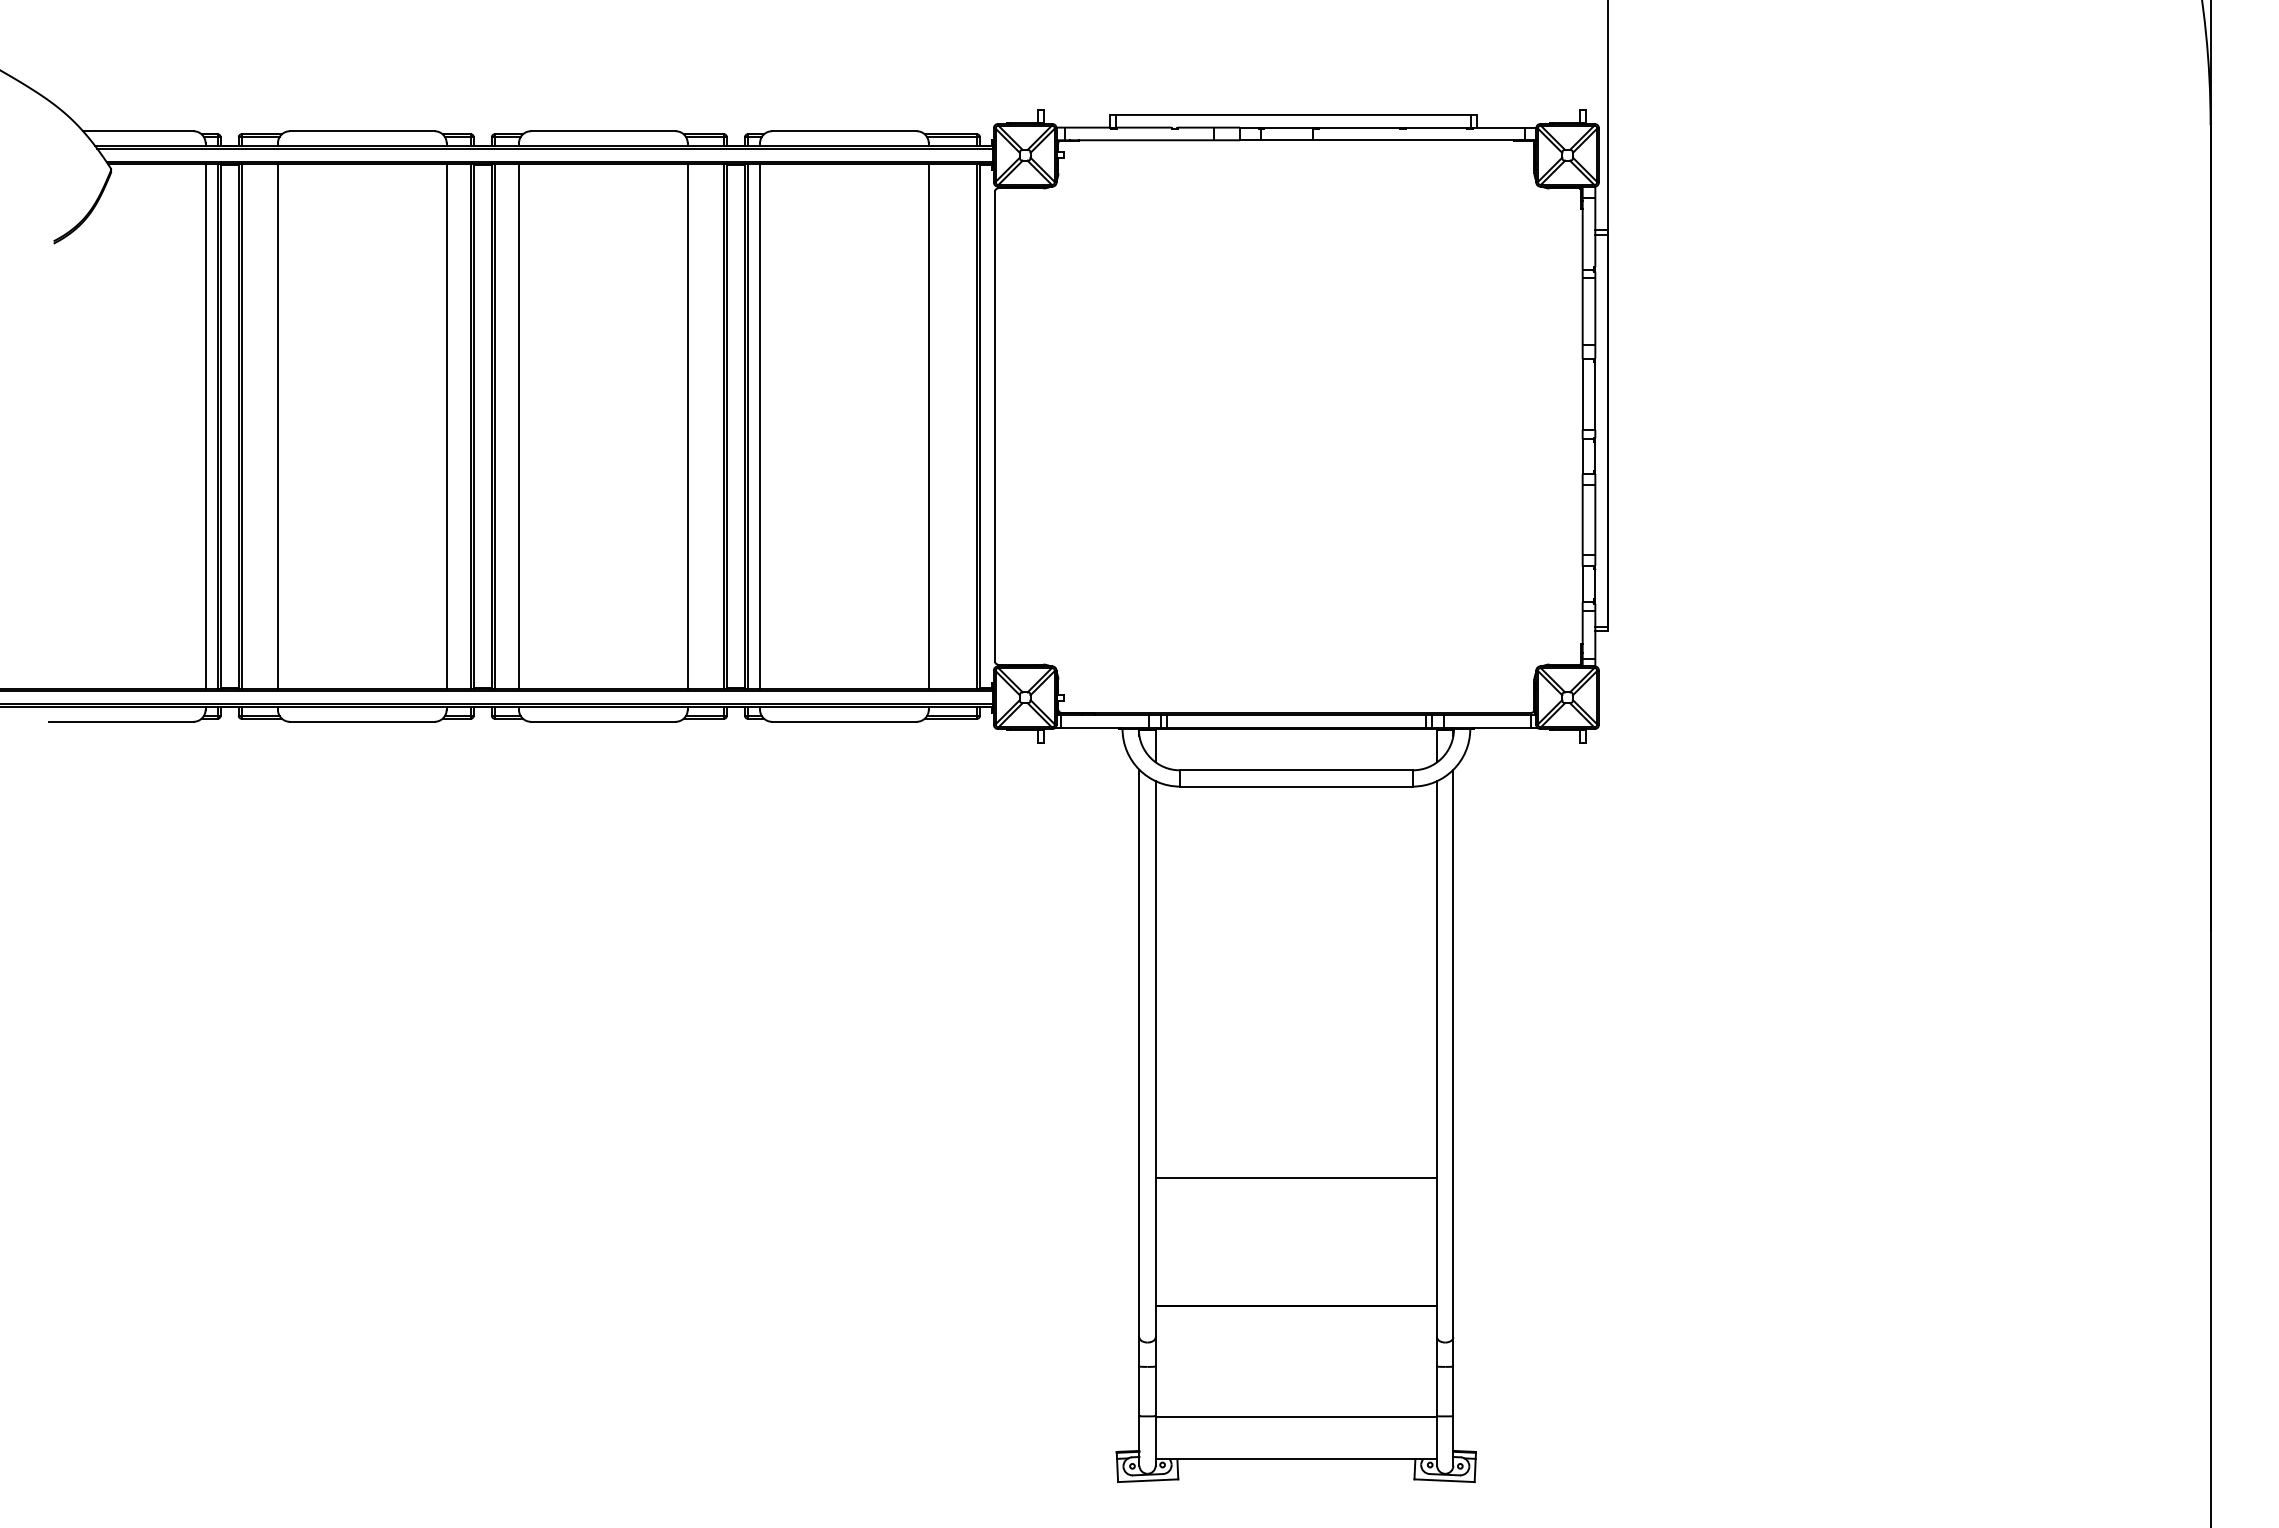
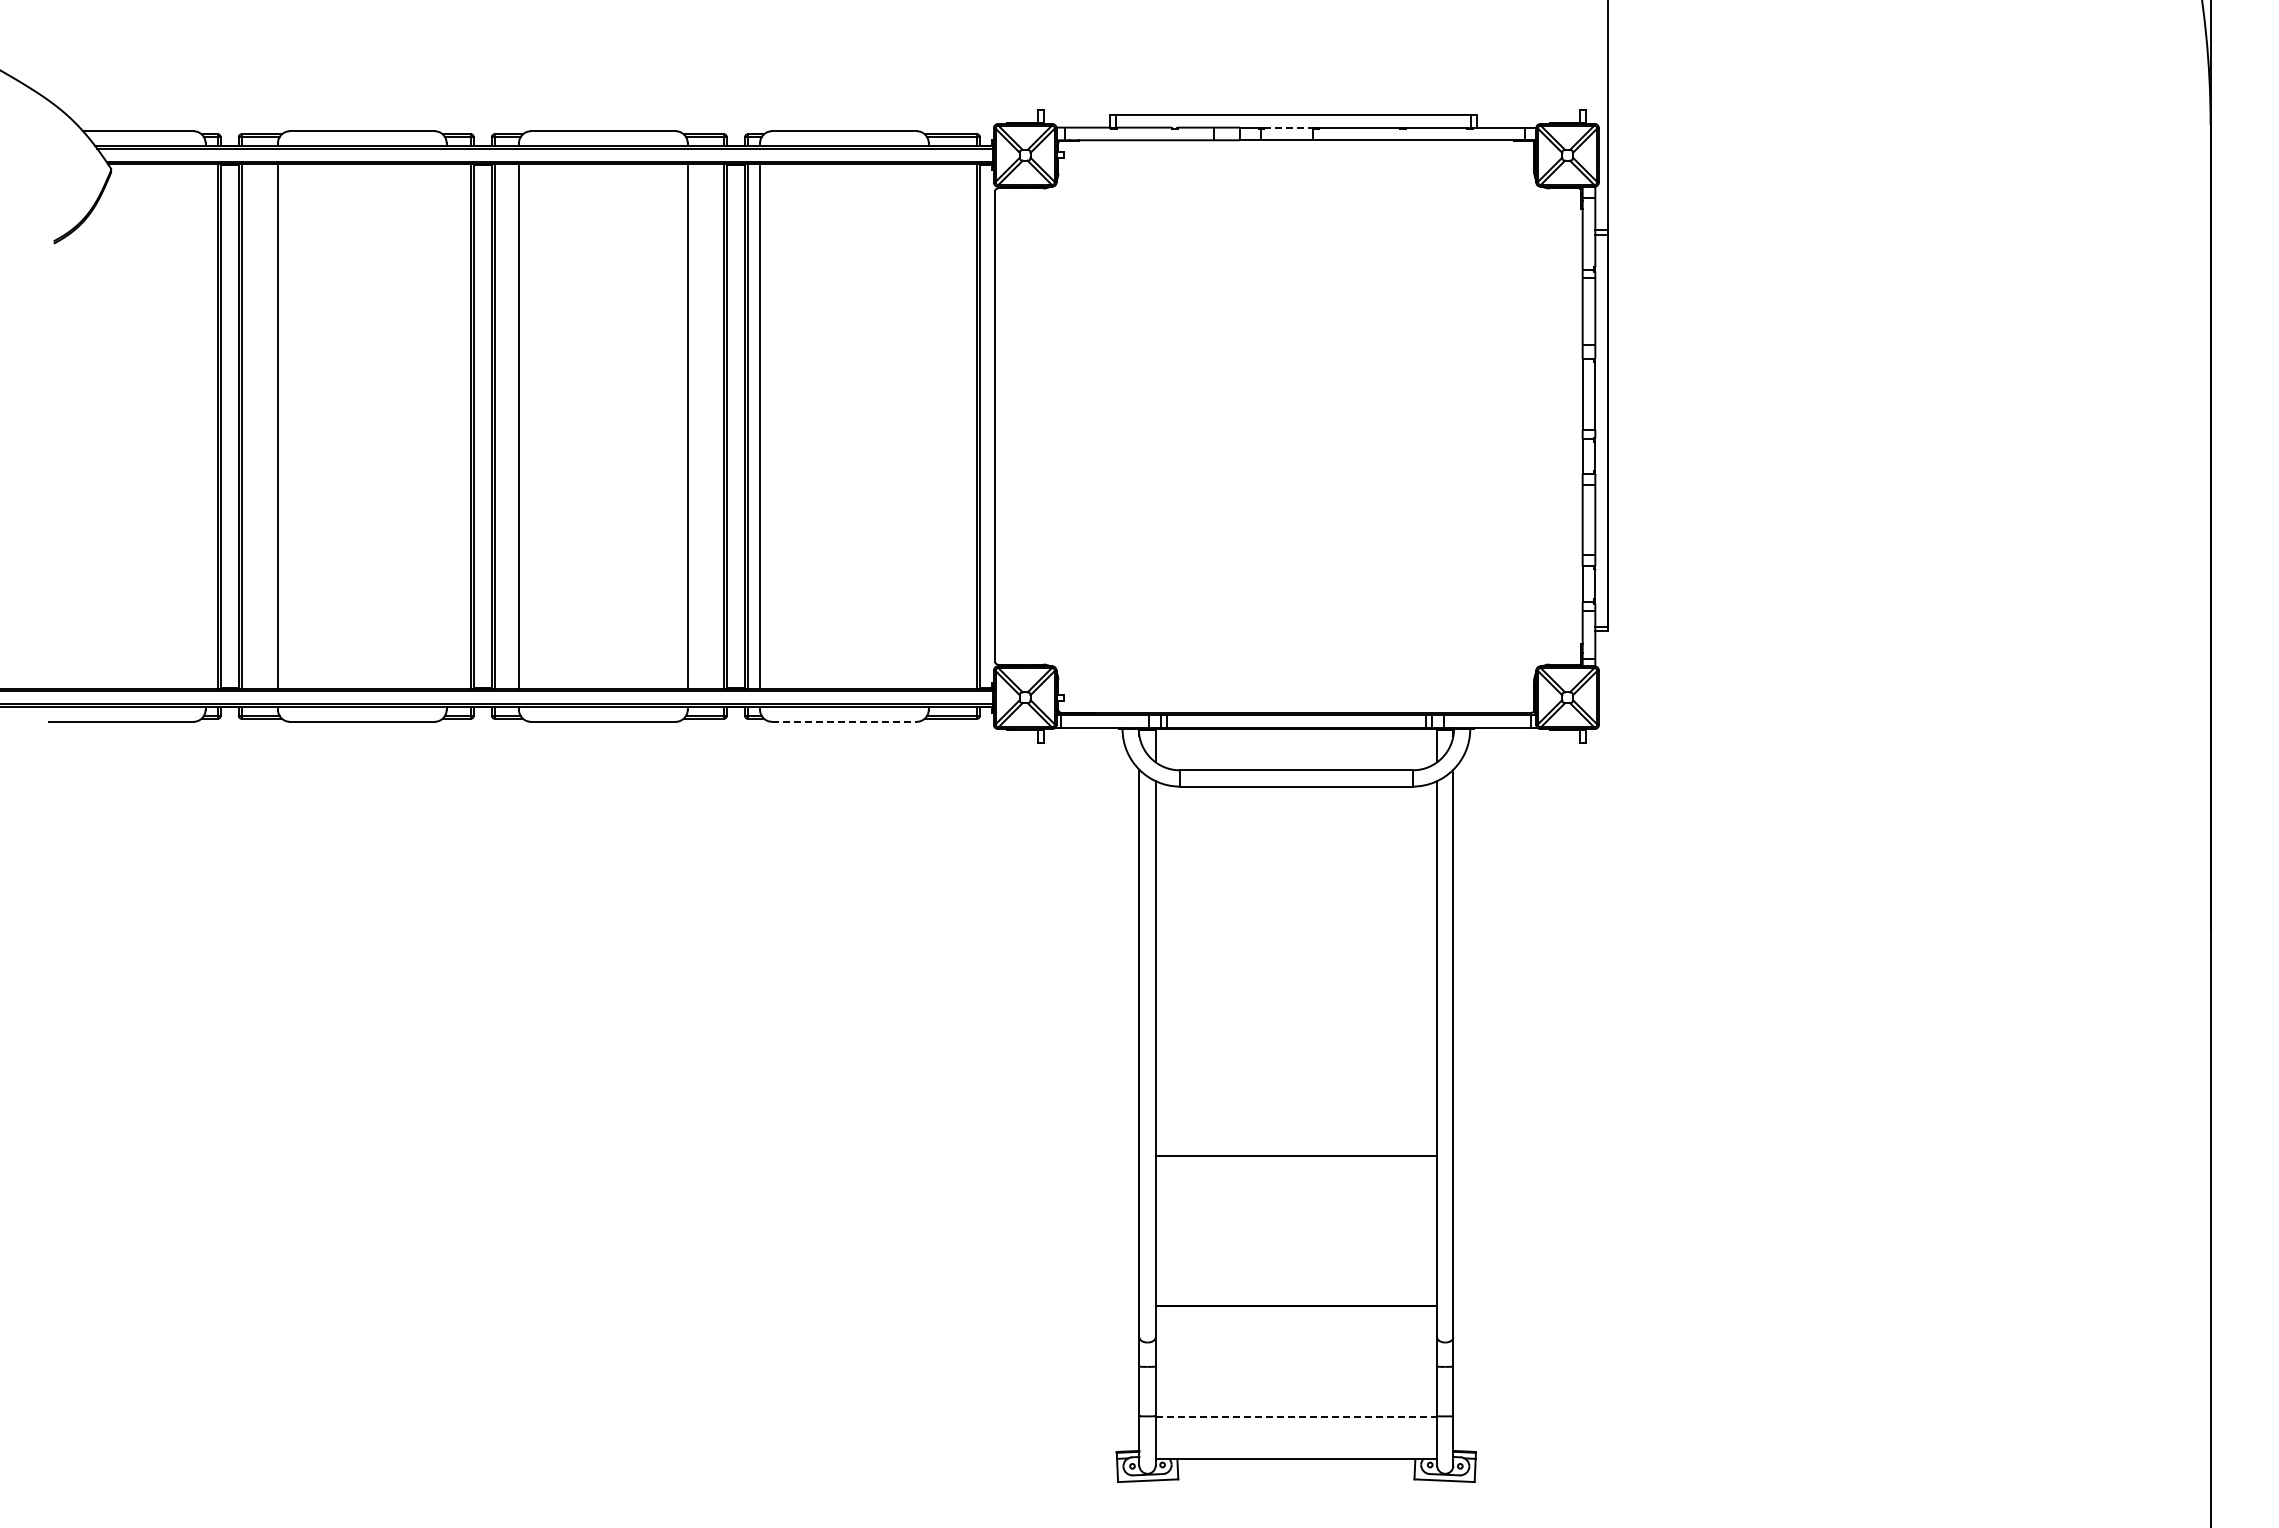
line at (1288, 127): solid -> dashed
line at (205, 426): present -> none
line at (446, 426): present -> none
line at (928, 426): present -> none
line at (844, 721): solid -> dashed
line at (1296, 1178) position: (1296, 1178) -> (1296, 1156)
line at (1296, 1416): solid -> dashed
